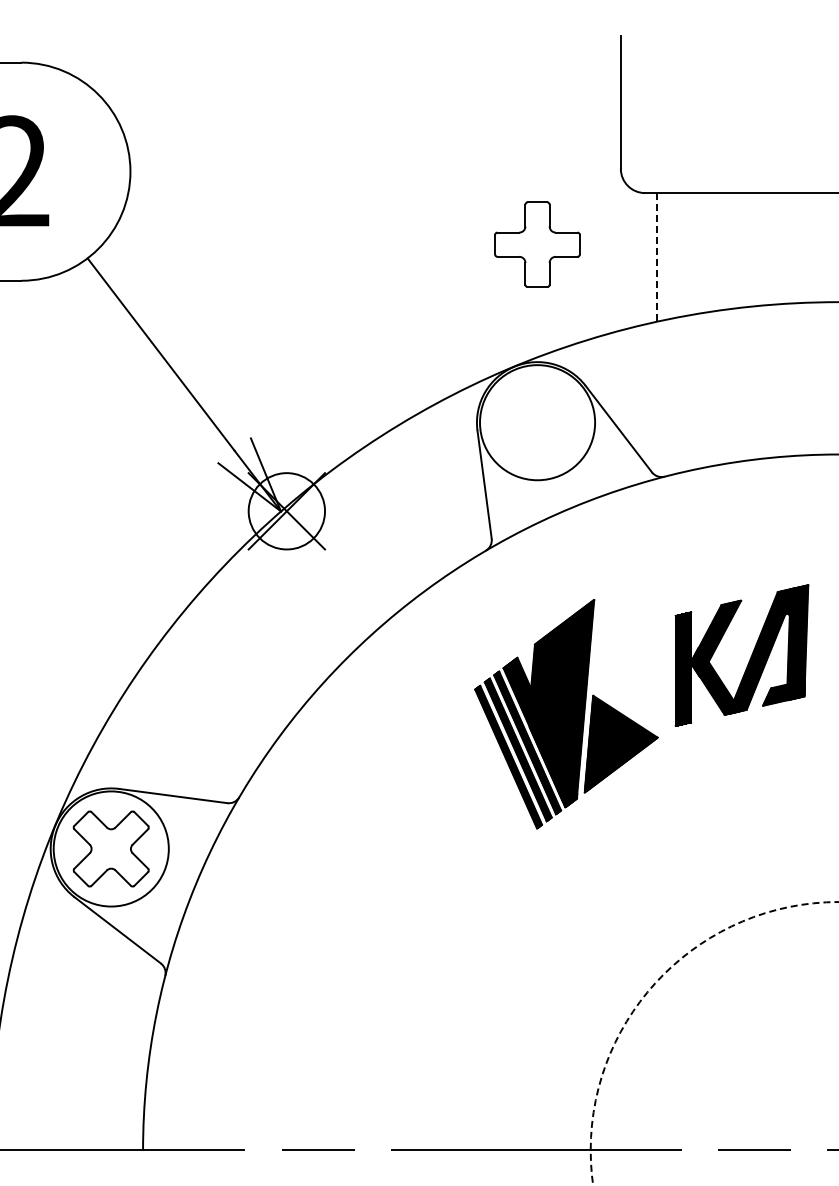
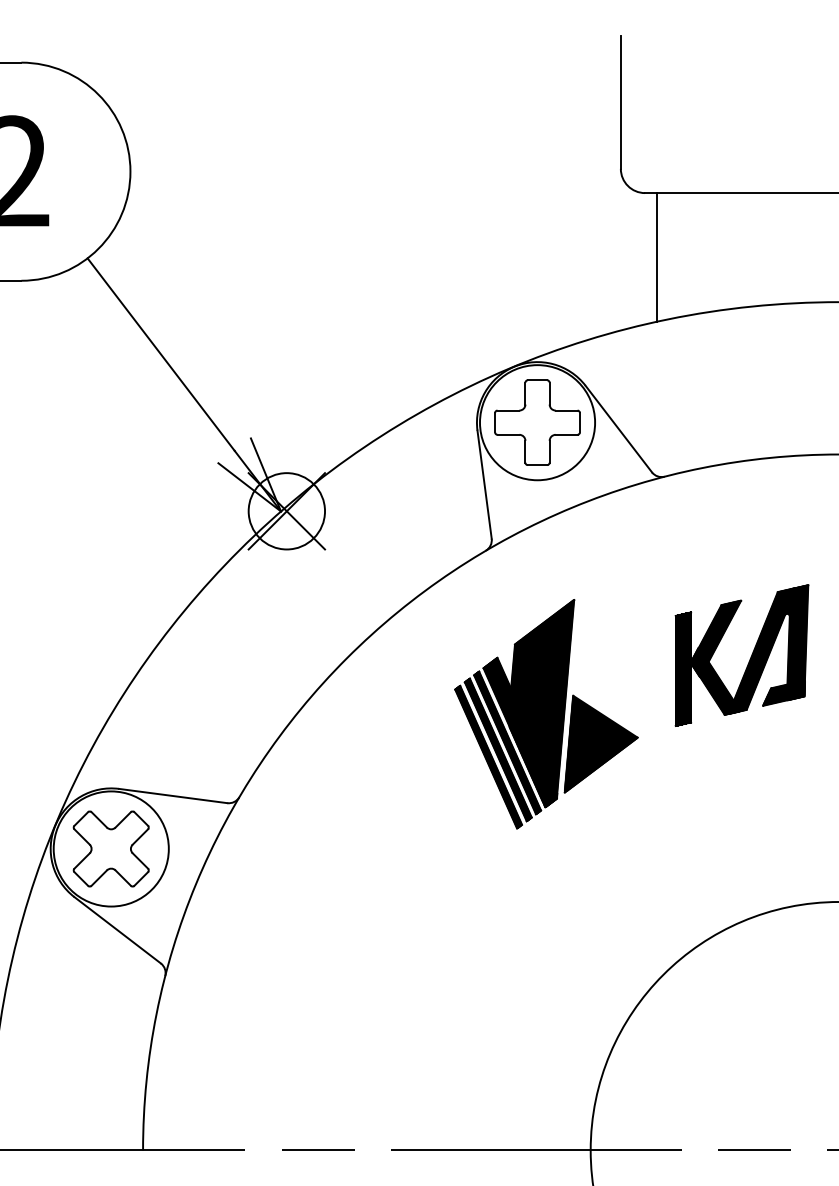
part at (537, 244) position: (537, 244) -> (537, 422)
line at (657, 257): dashed -> solid
part at (566, 714) position: (566, 714) -> (546, 714)
circle at (714, 1043): dashed -> solid
